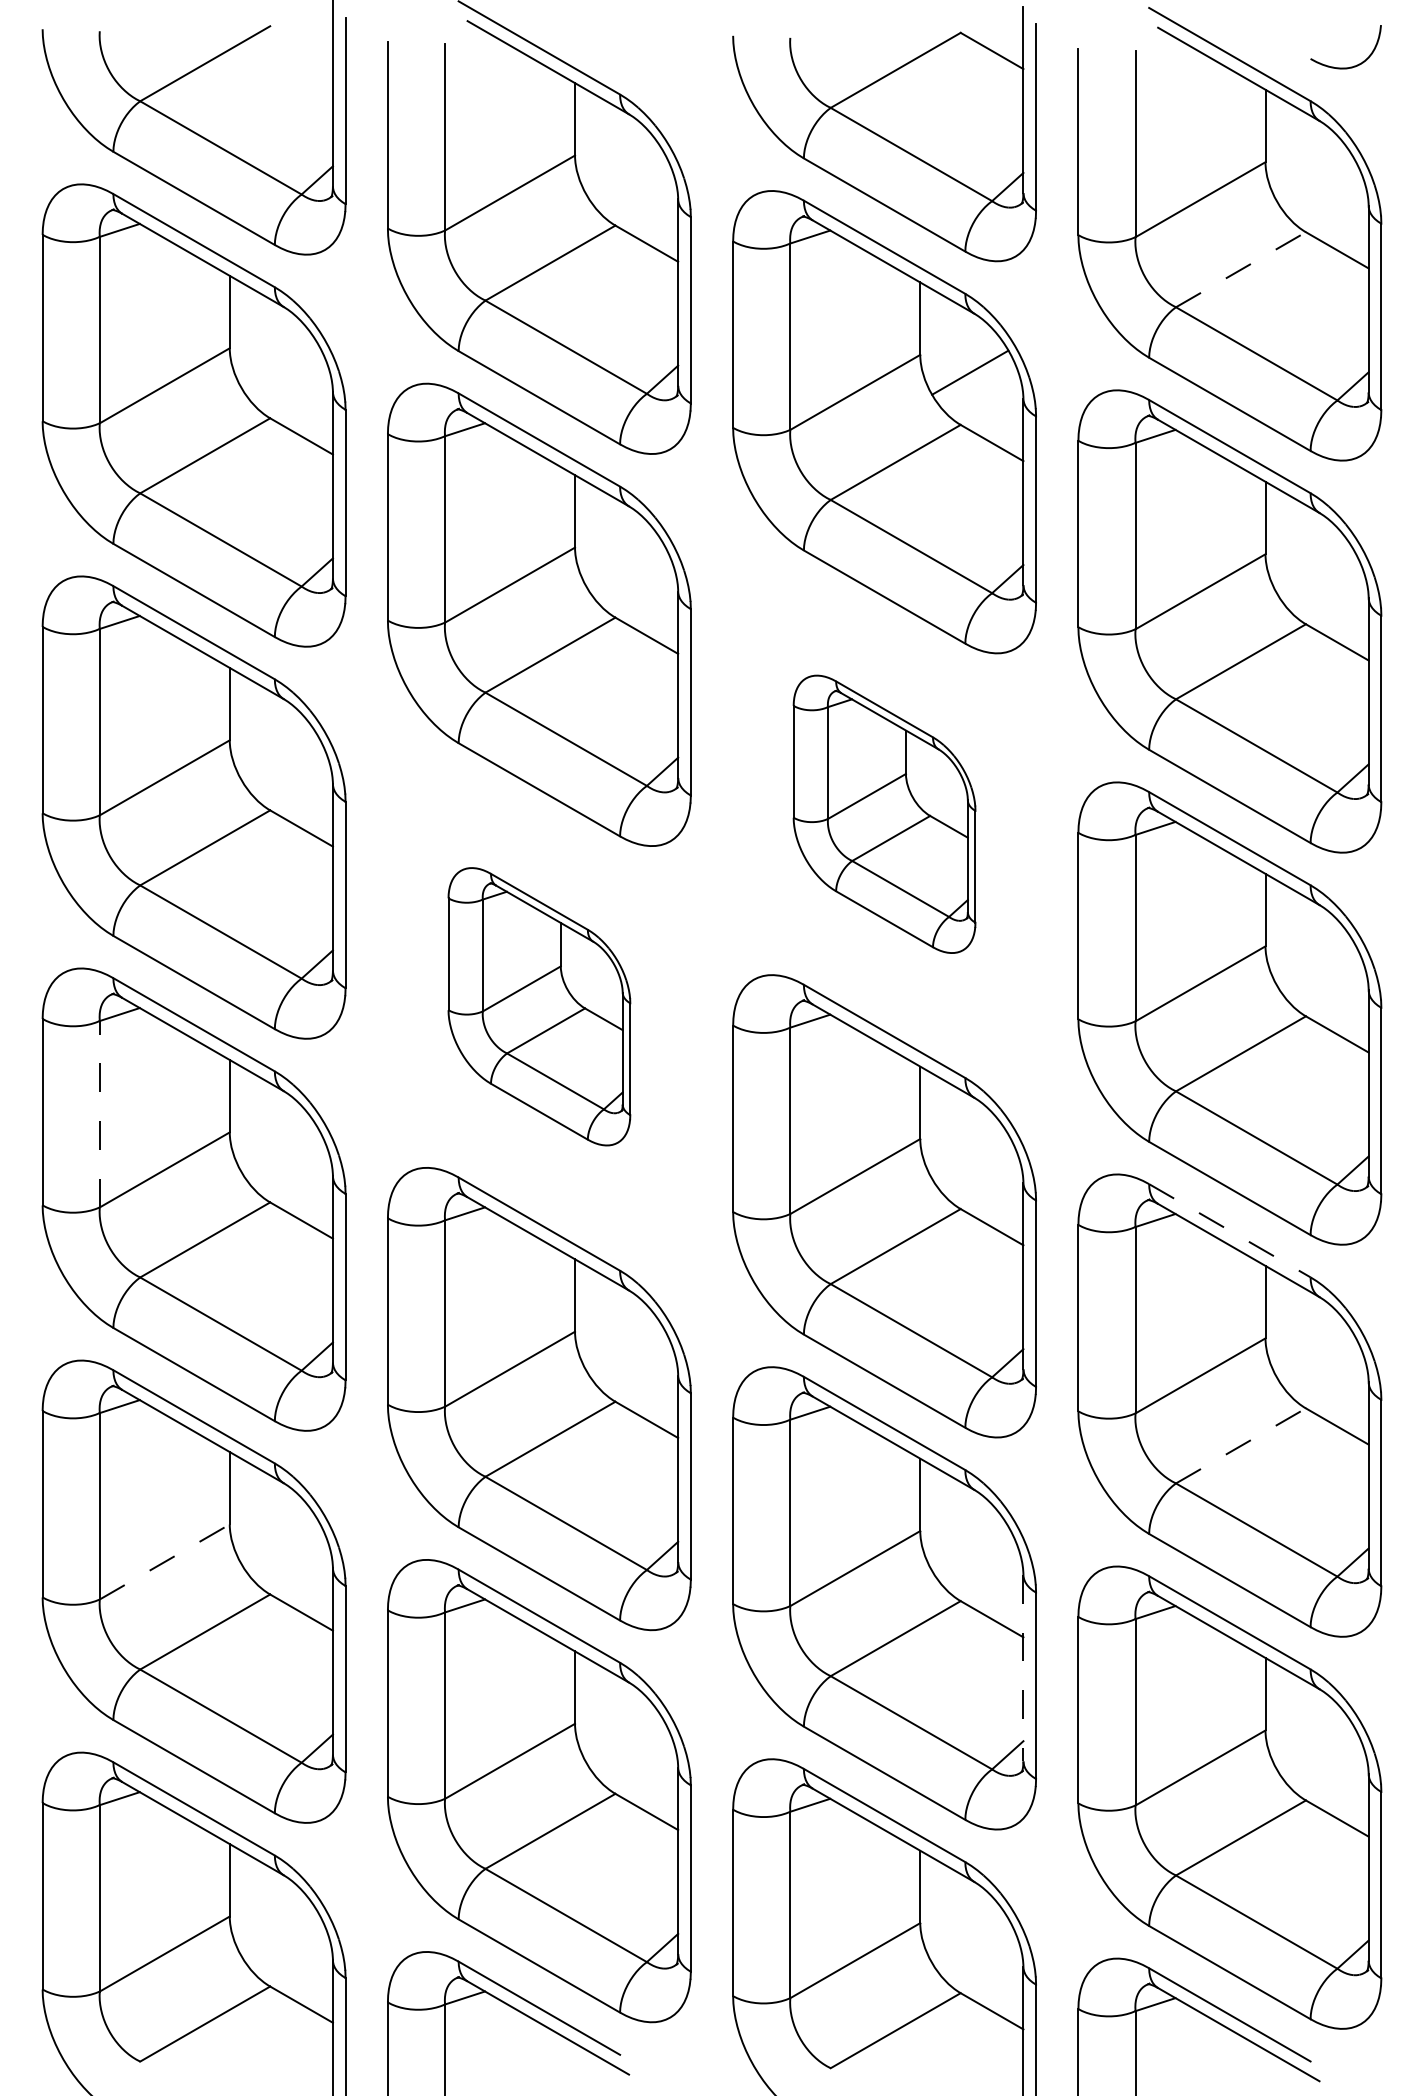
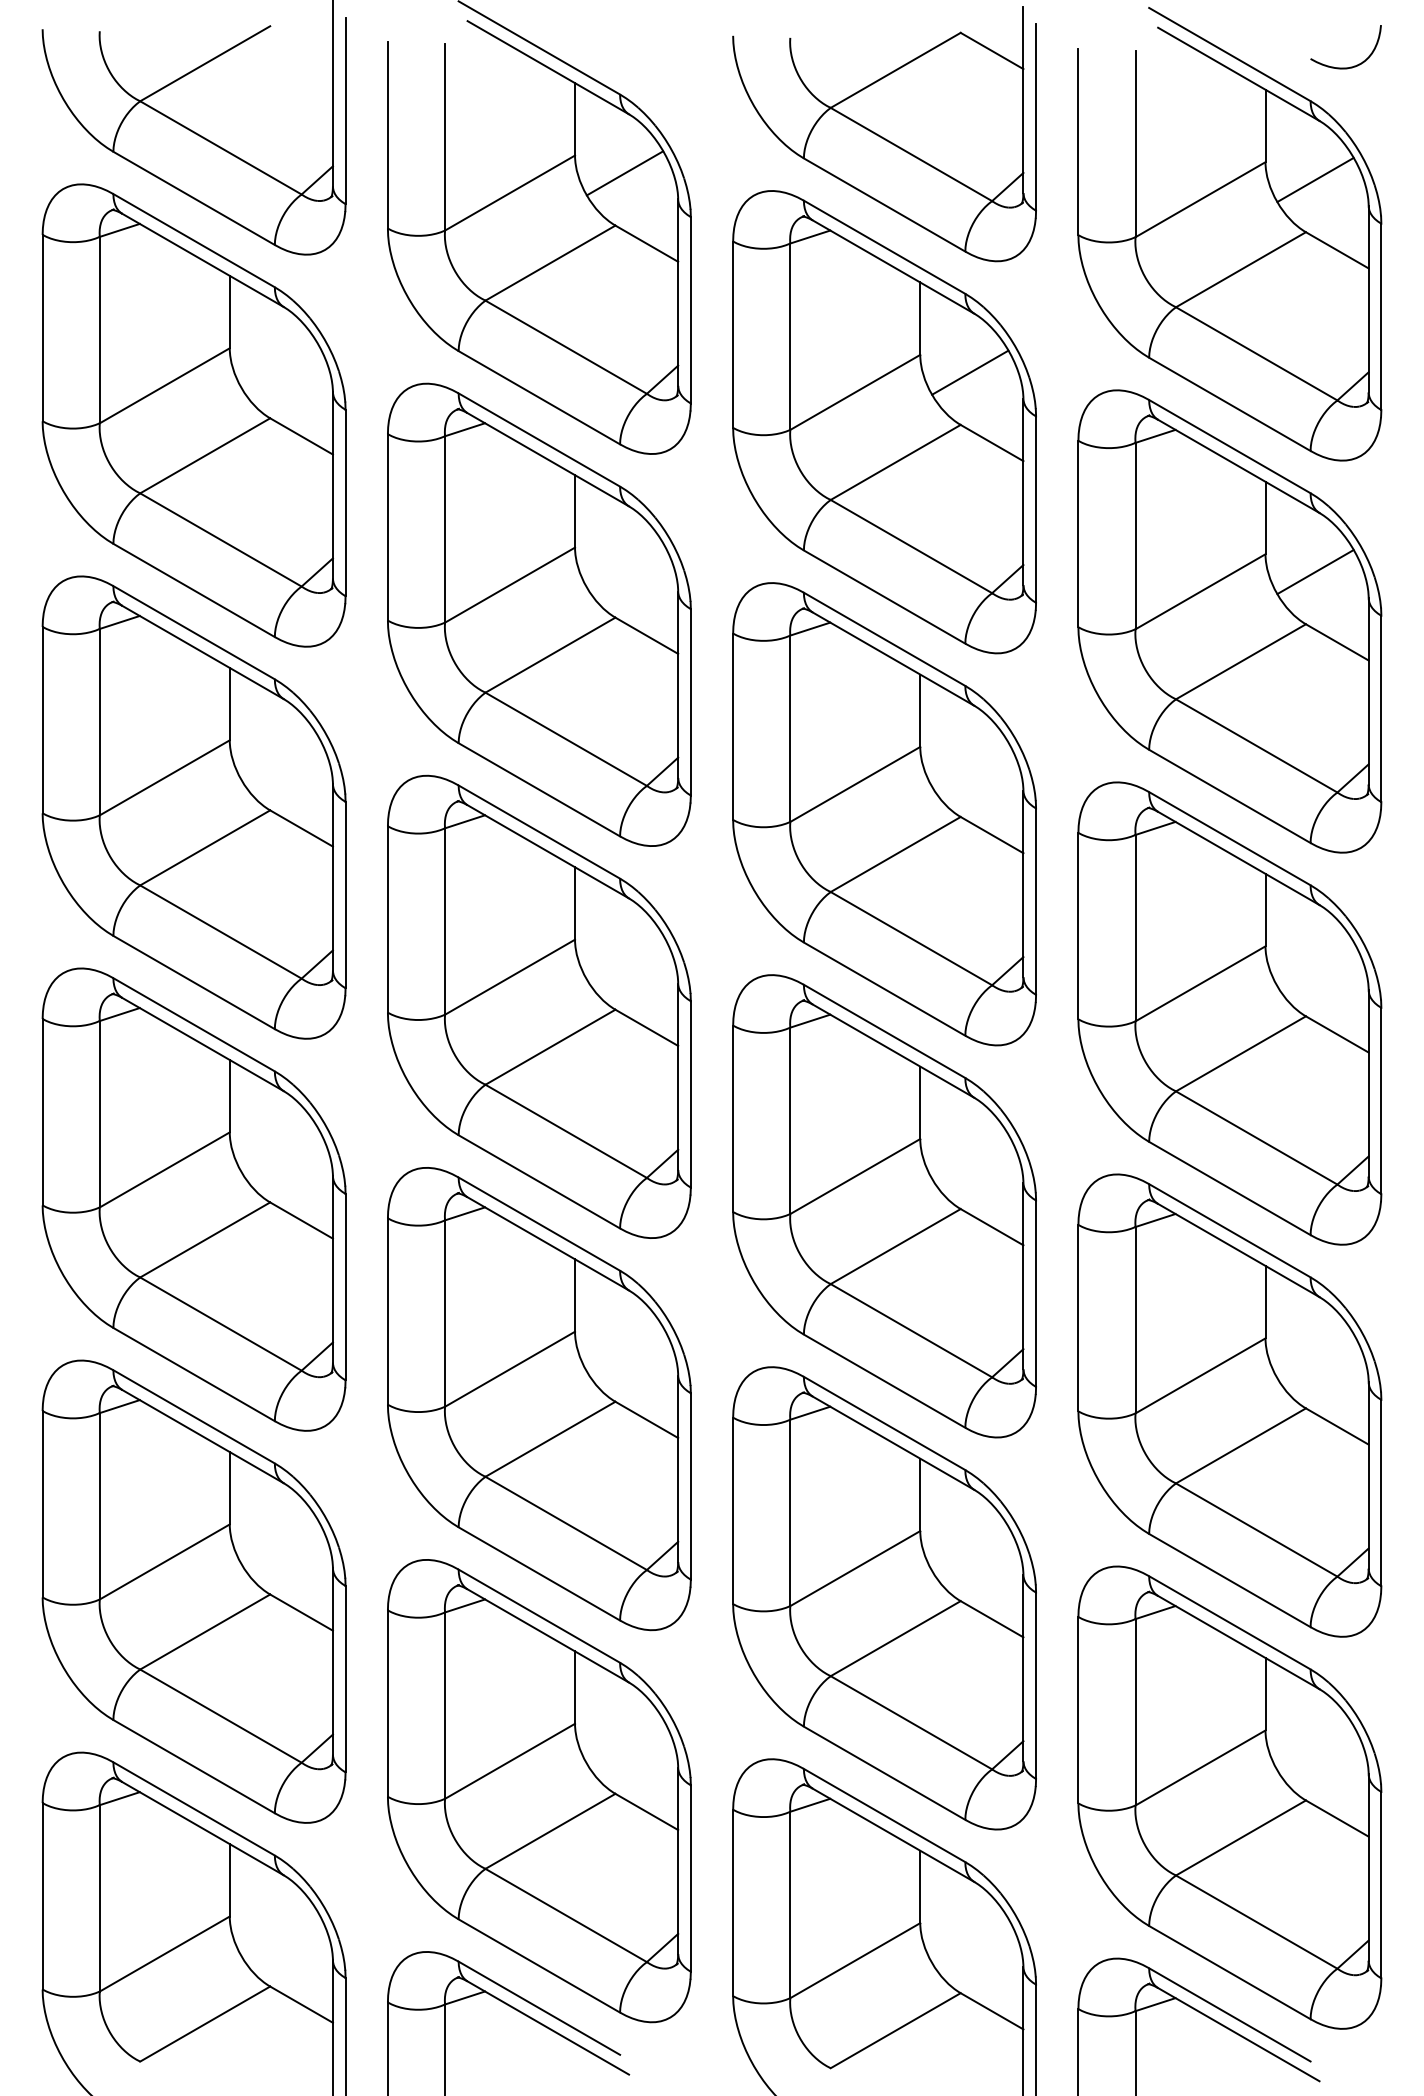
line at (624, 173): none -> present
line at (1315, 180): none -> present
line at (1241, 269): dashed -> solid
line at (1315, 572): none -> present
part at (884, 813) size: 185x280 px -> 305x465 px
part at (539, 1006) size: 185x280 px -> 305x465 px
line at (99, 1113): dashed -> solid
line at (1230, 1231): dashed -> solid
line at (1241, 1445): dashed -> solid
line at (165, 1561): dashed -> solid
line at (1023, 1668): dashed -> solid
